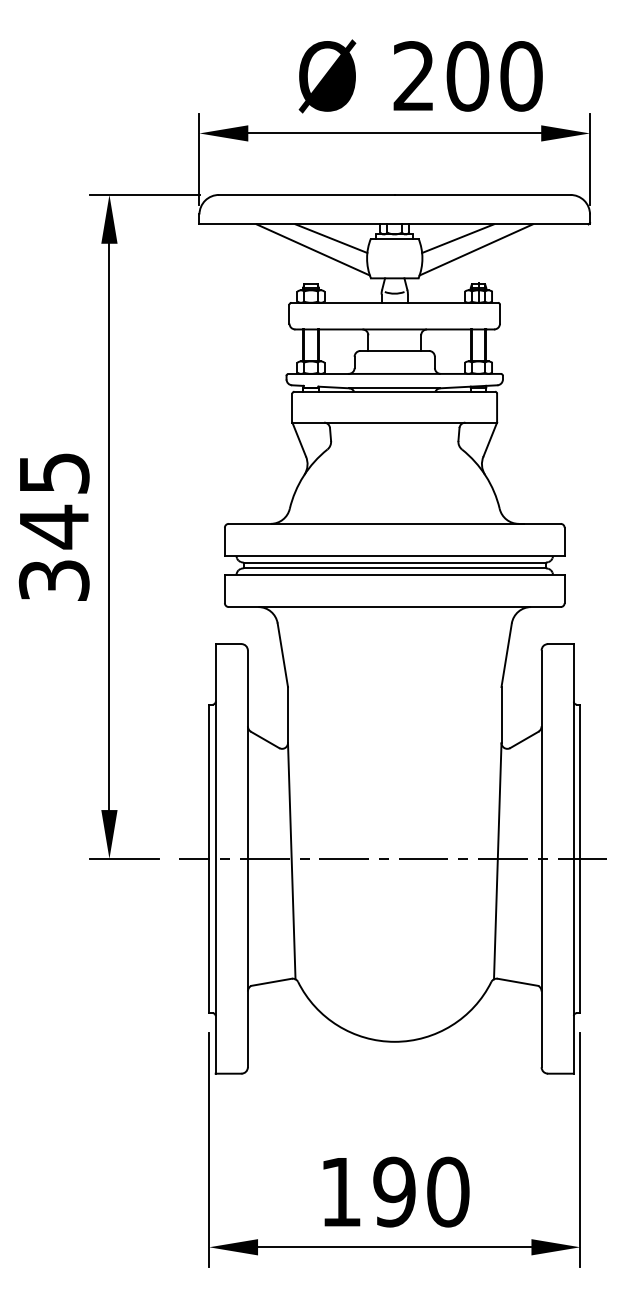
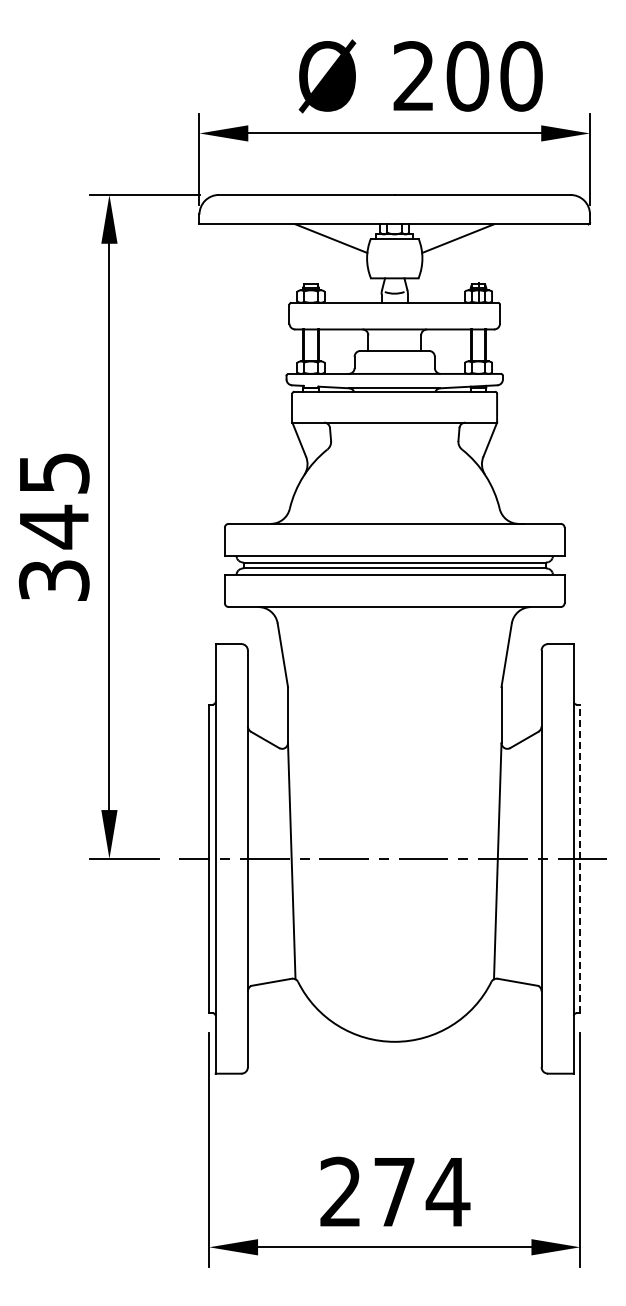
line at (312, 249): present -> none
line at (475, 249): present -> none
line at (580, 858): solid -> dashed
text at (395, 1191): 190 -> 274
